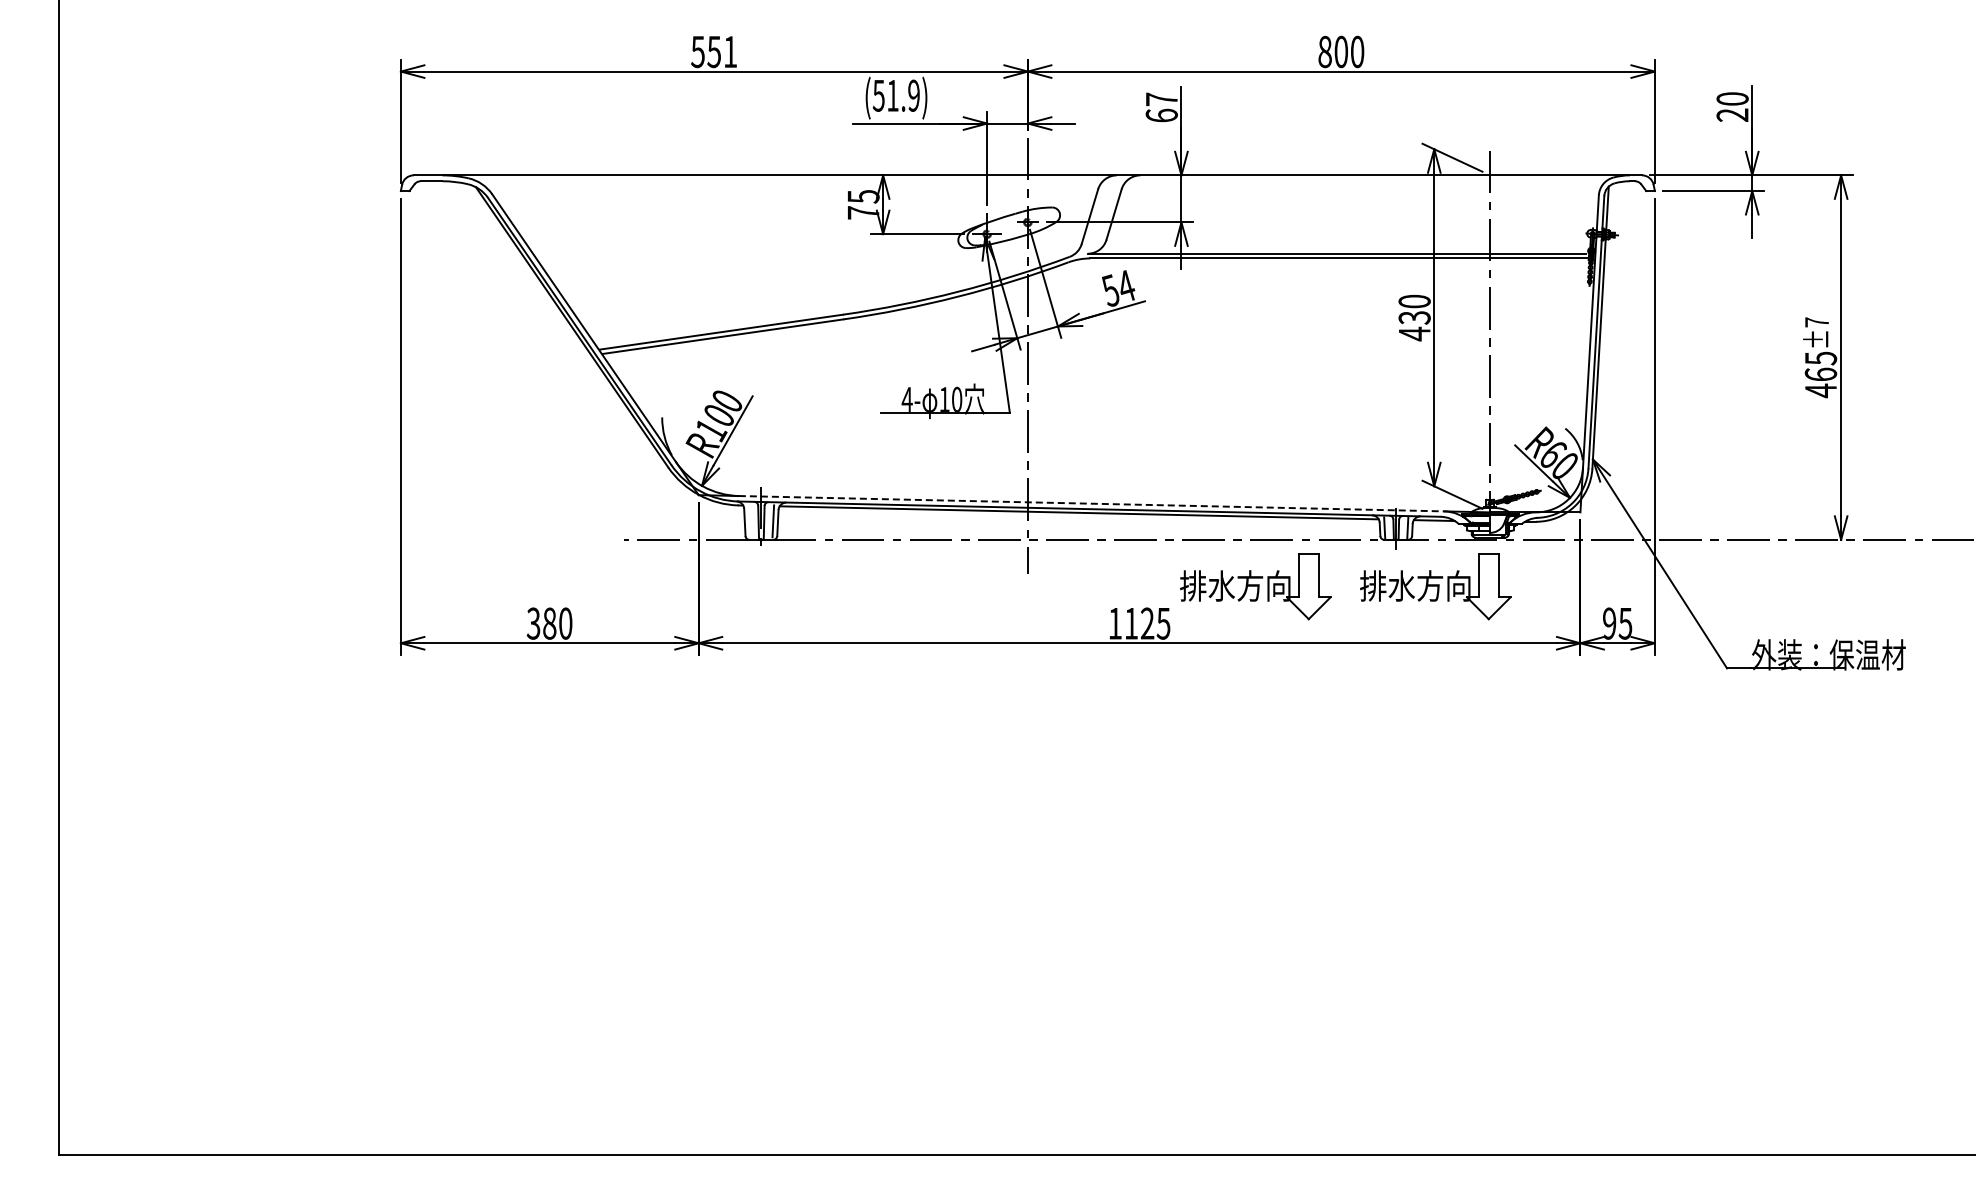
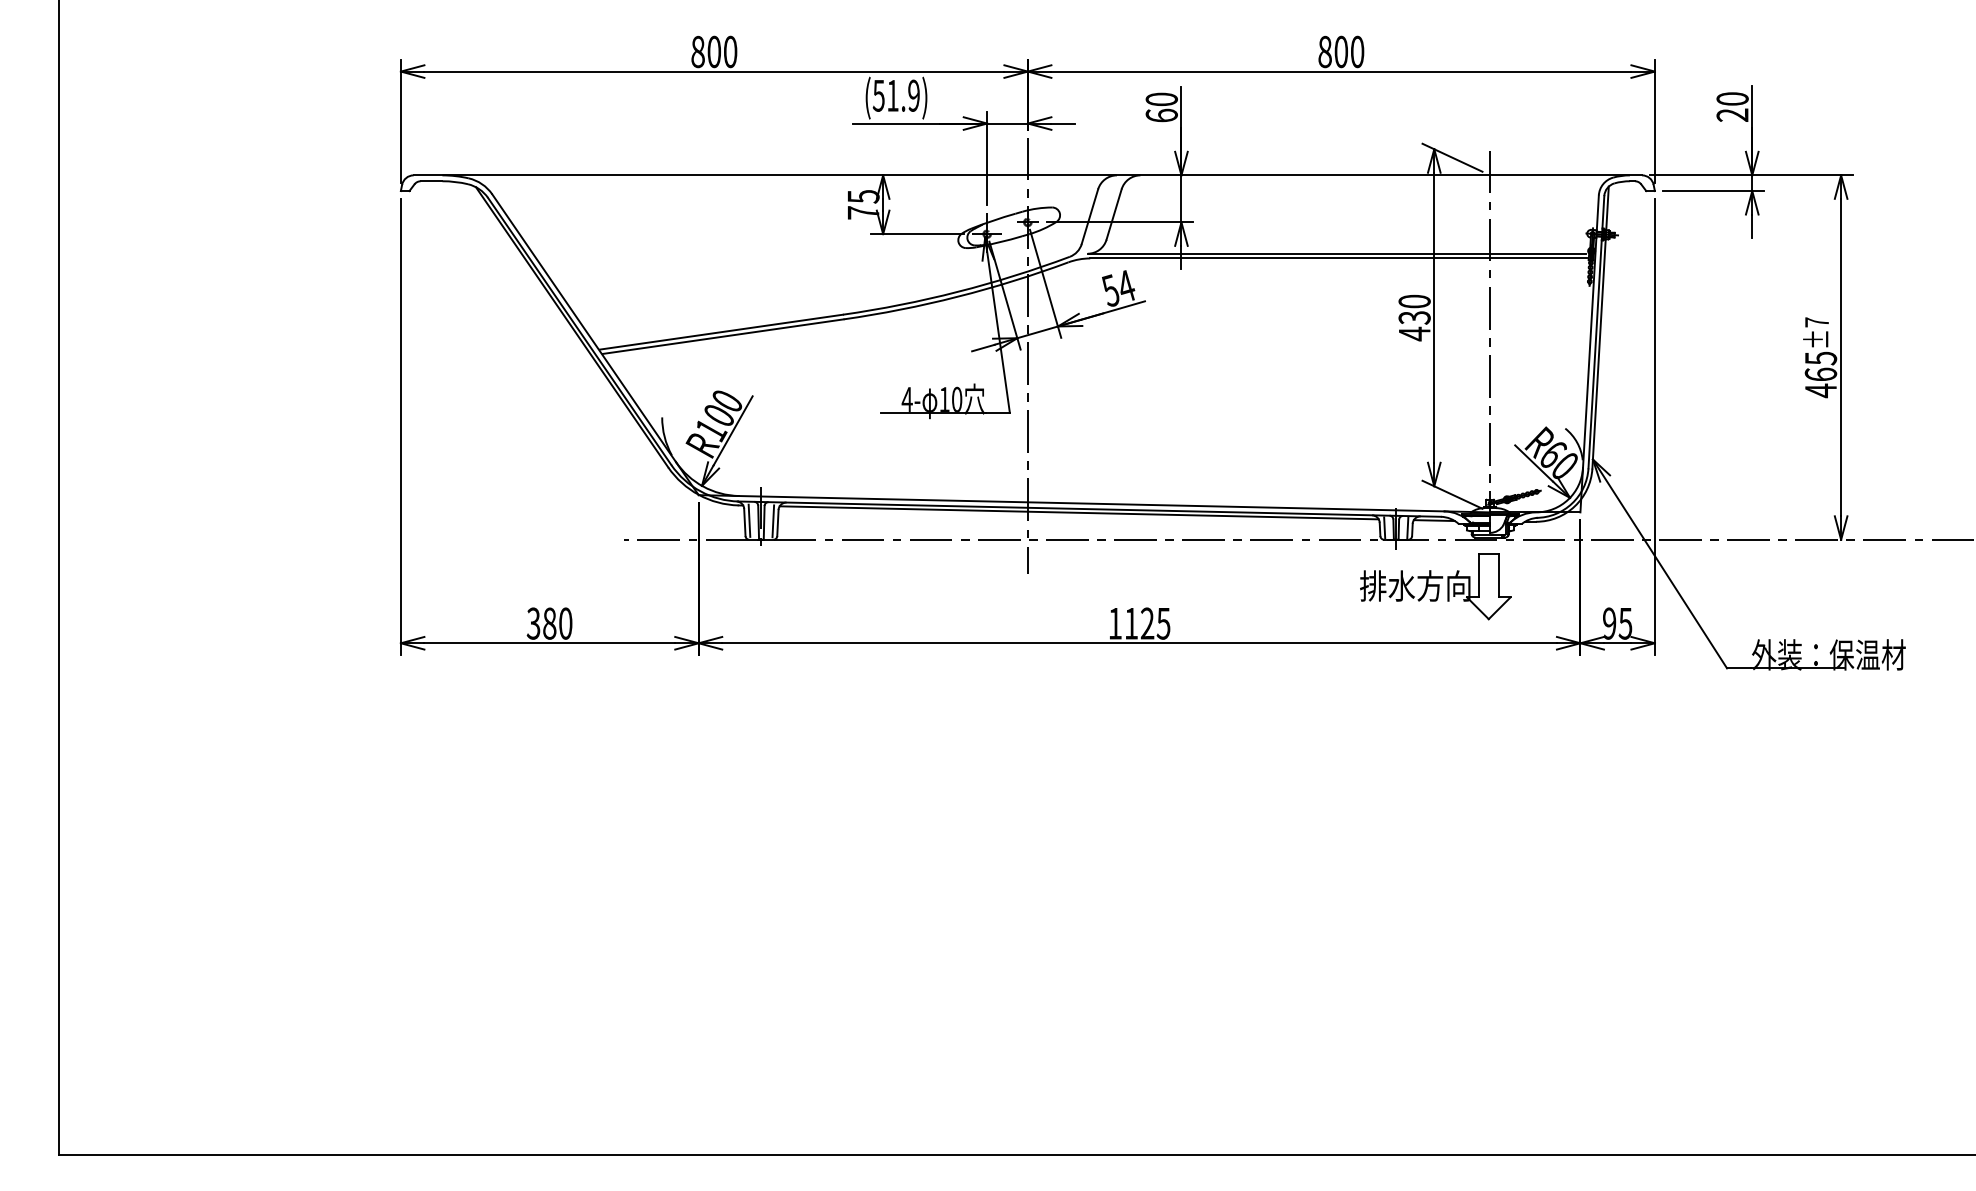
text at (714, 51): 551 -> 800
text at (1161, 99): 67 -> 60
line at (1091, 503): dashed -> solid
line at (749, 520): none -> present
part at (1255, 586): present -> none
